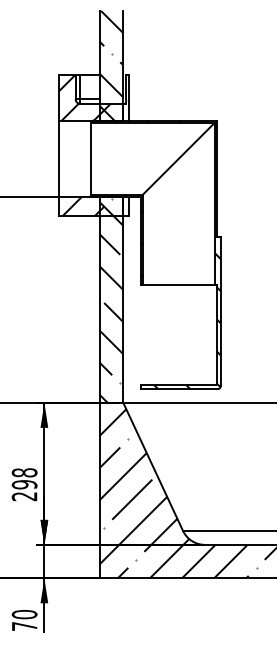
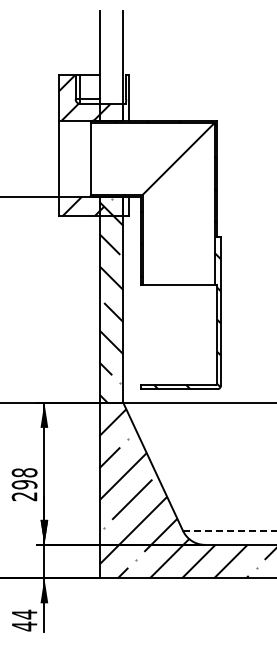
hatch at (111, 65): present -> none
line at (229, 530): solid -> dashed
text at (24, 620): 70 -> 44
